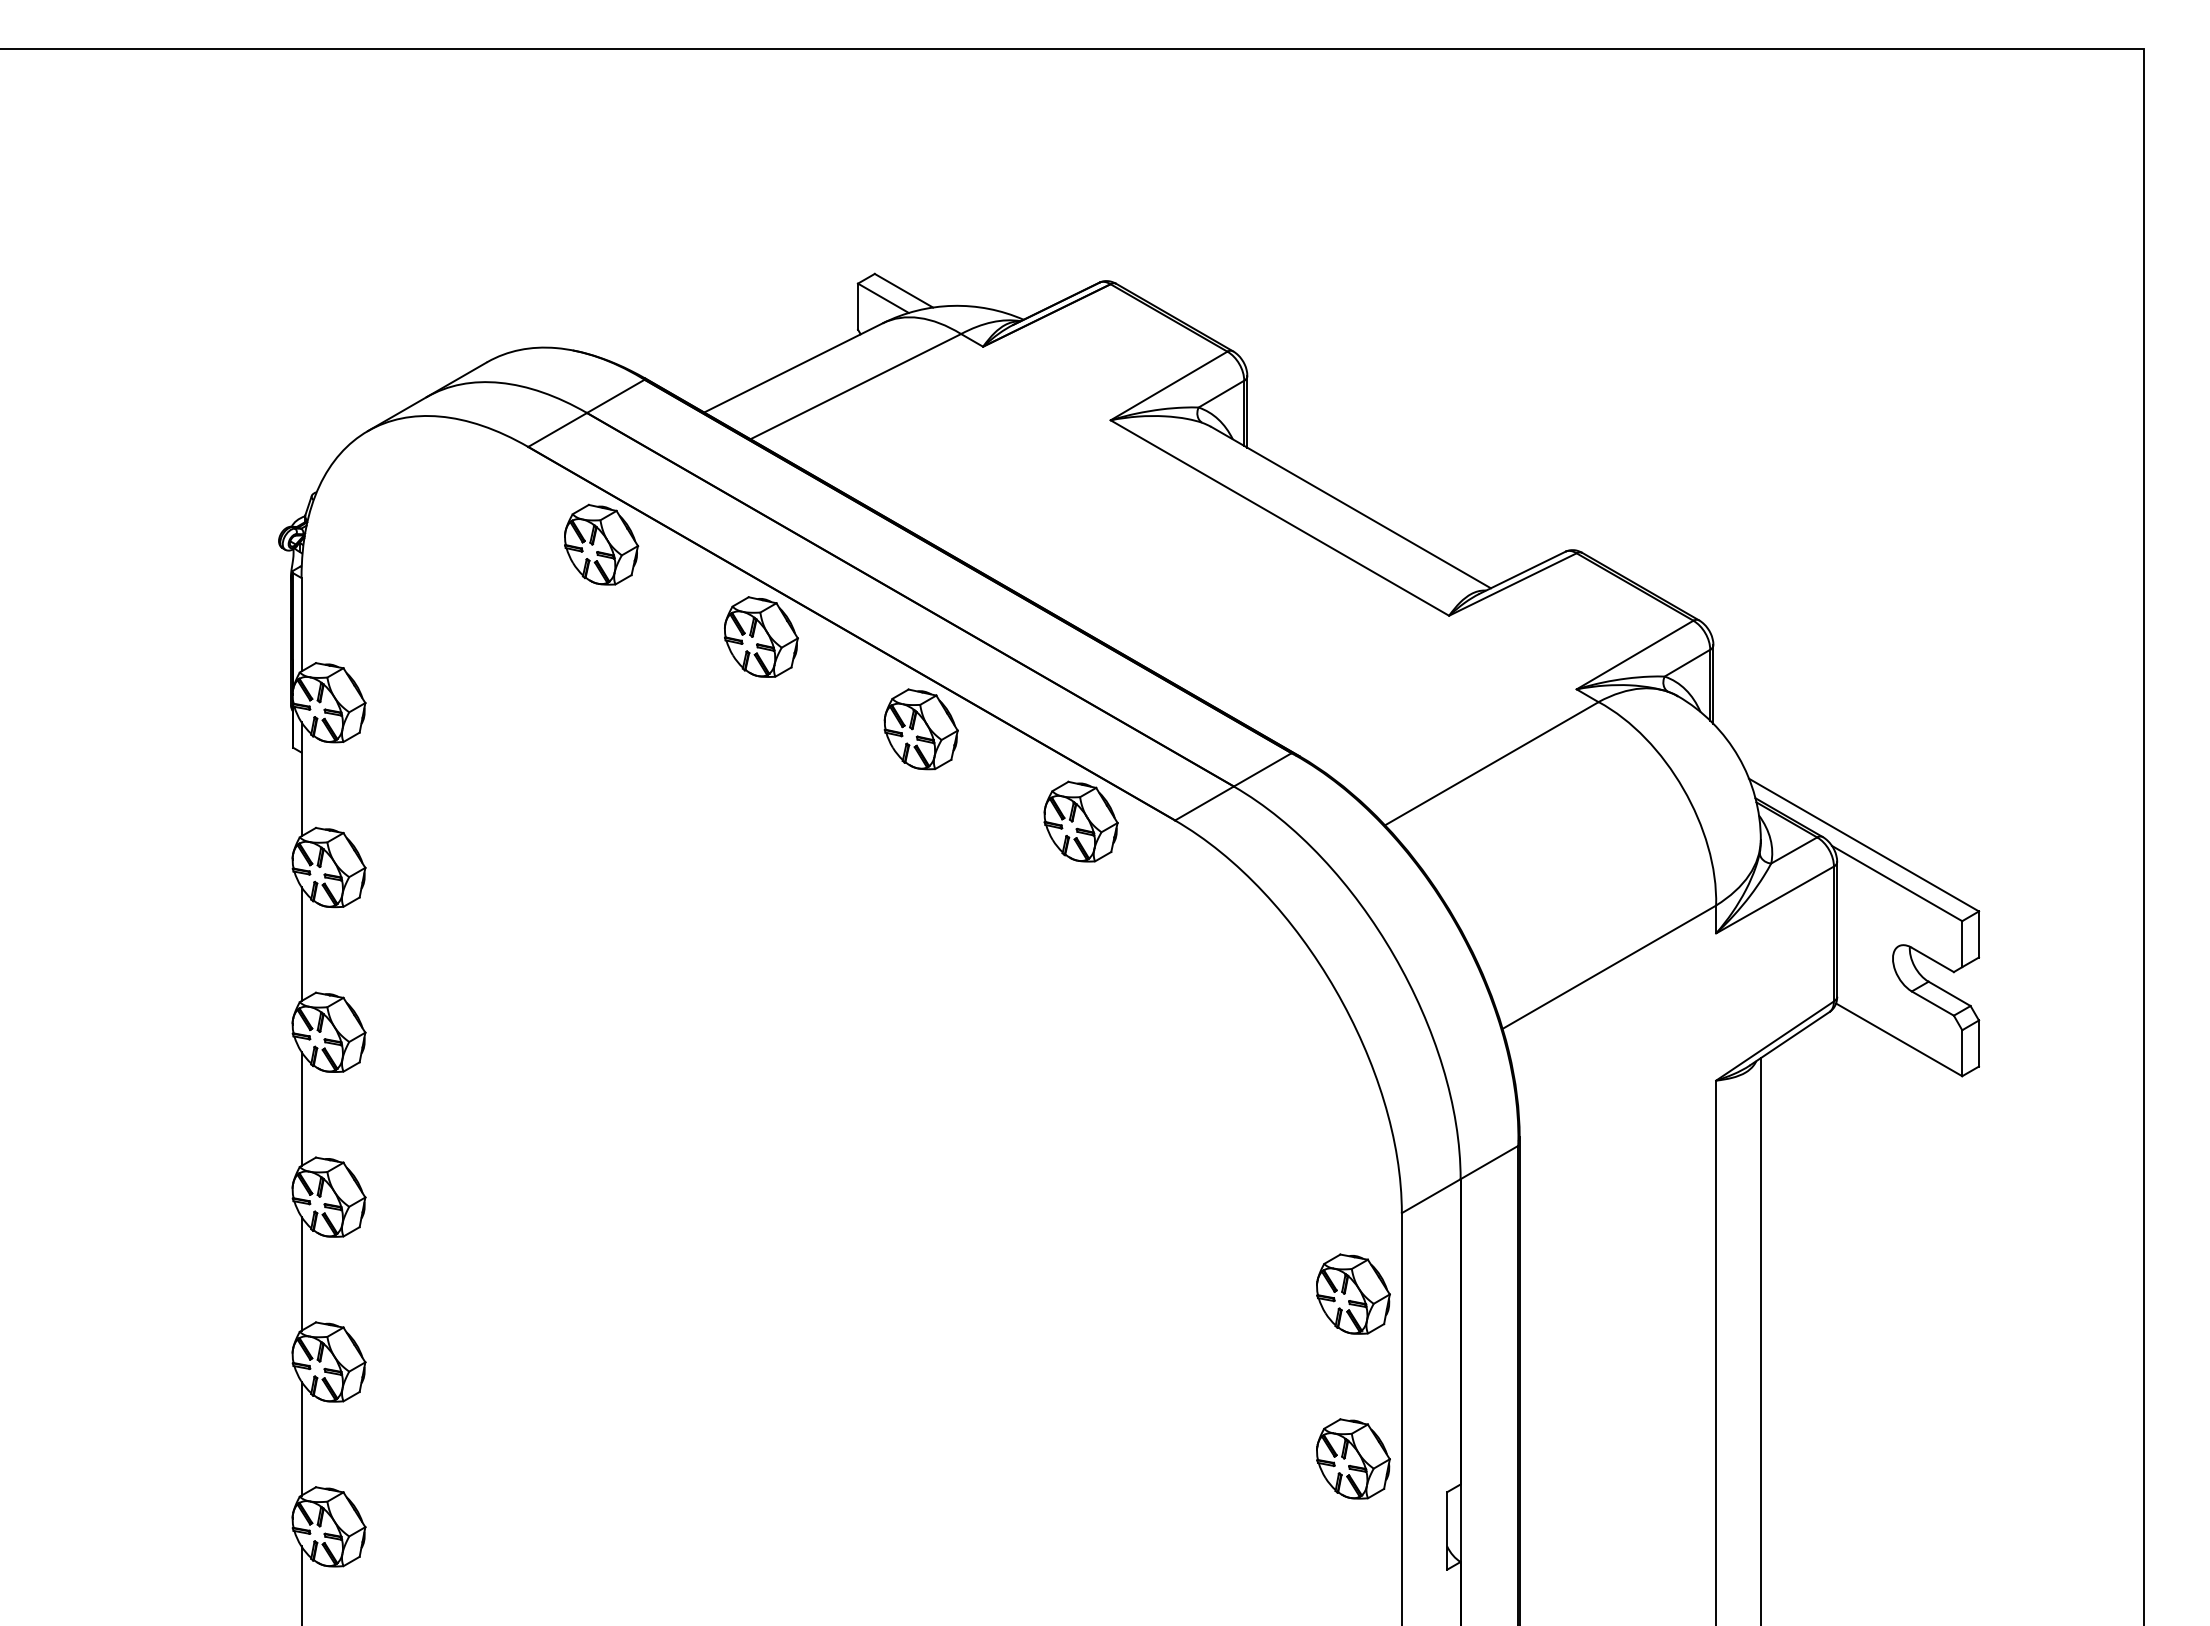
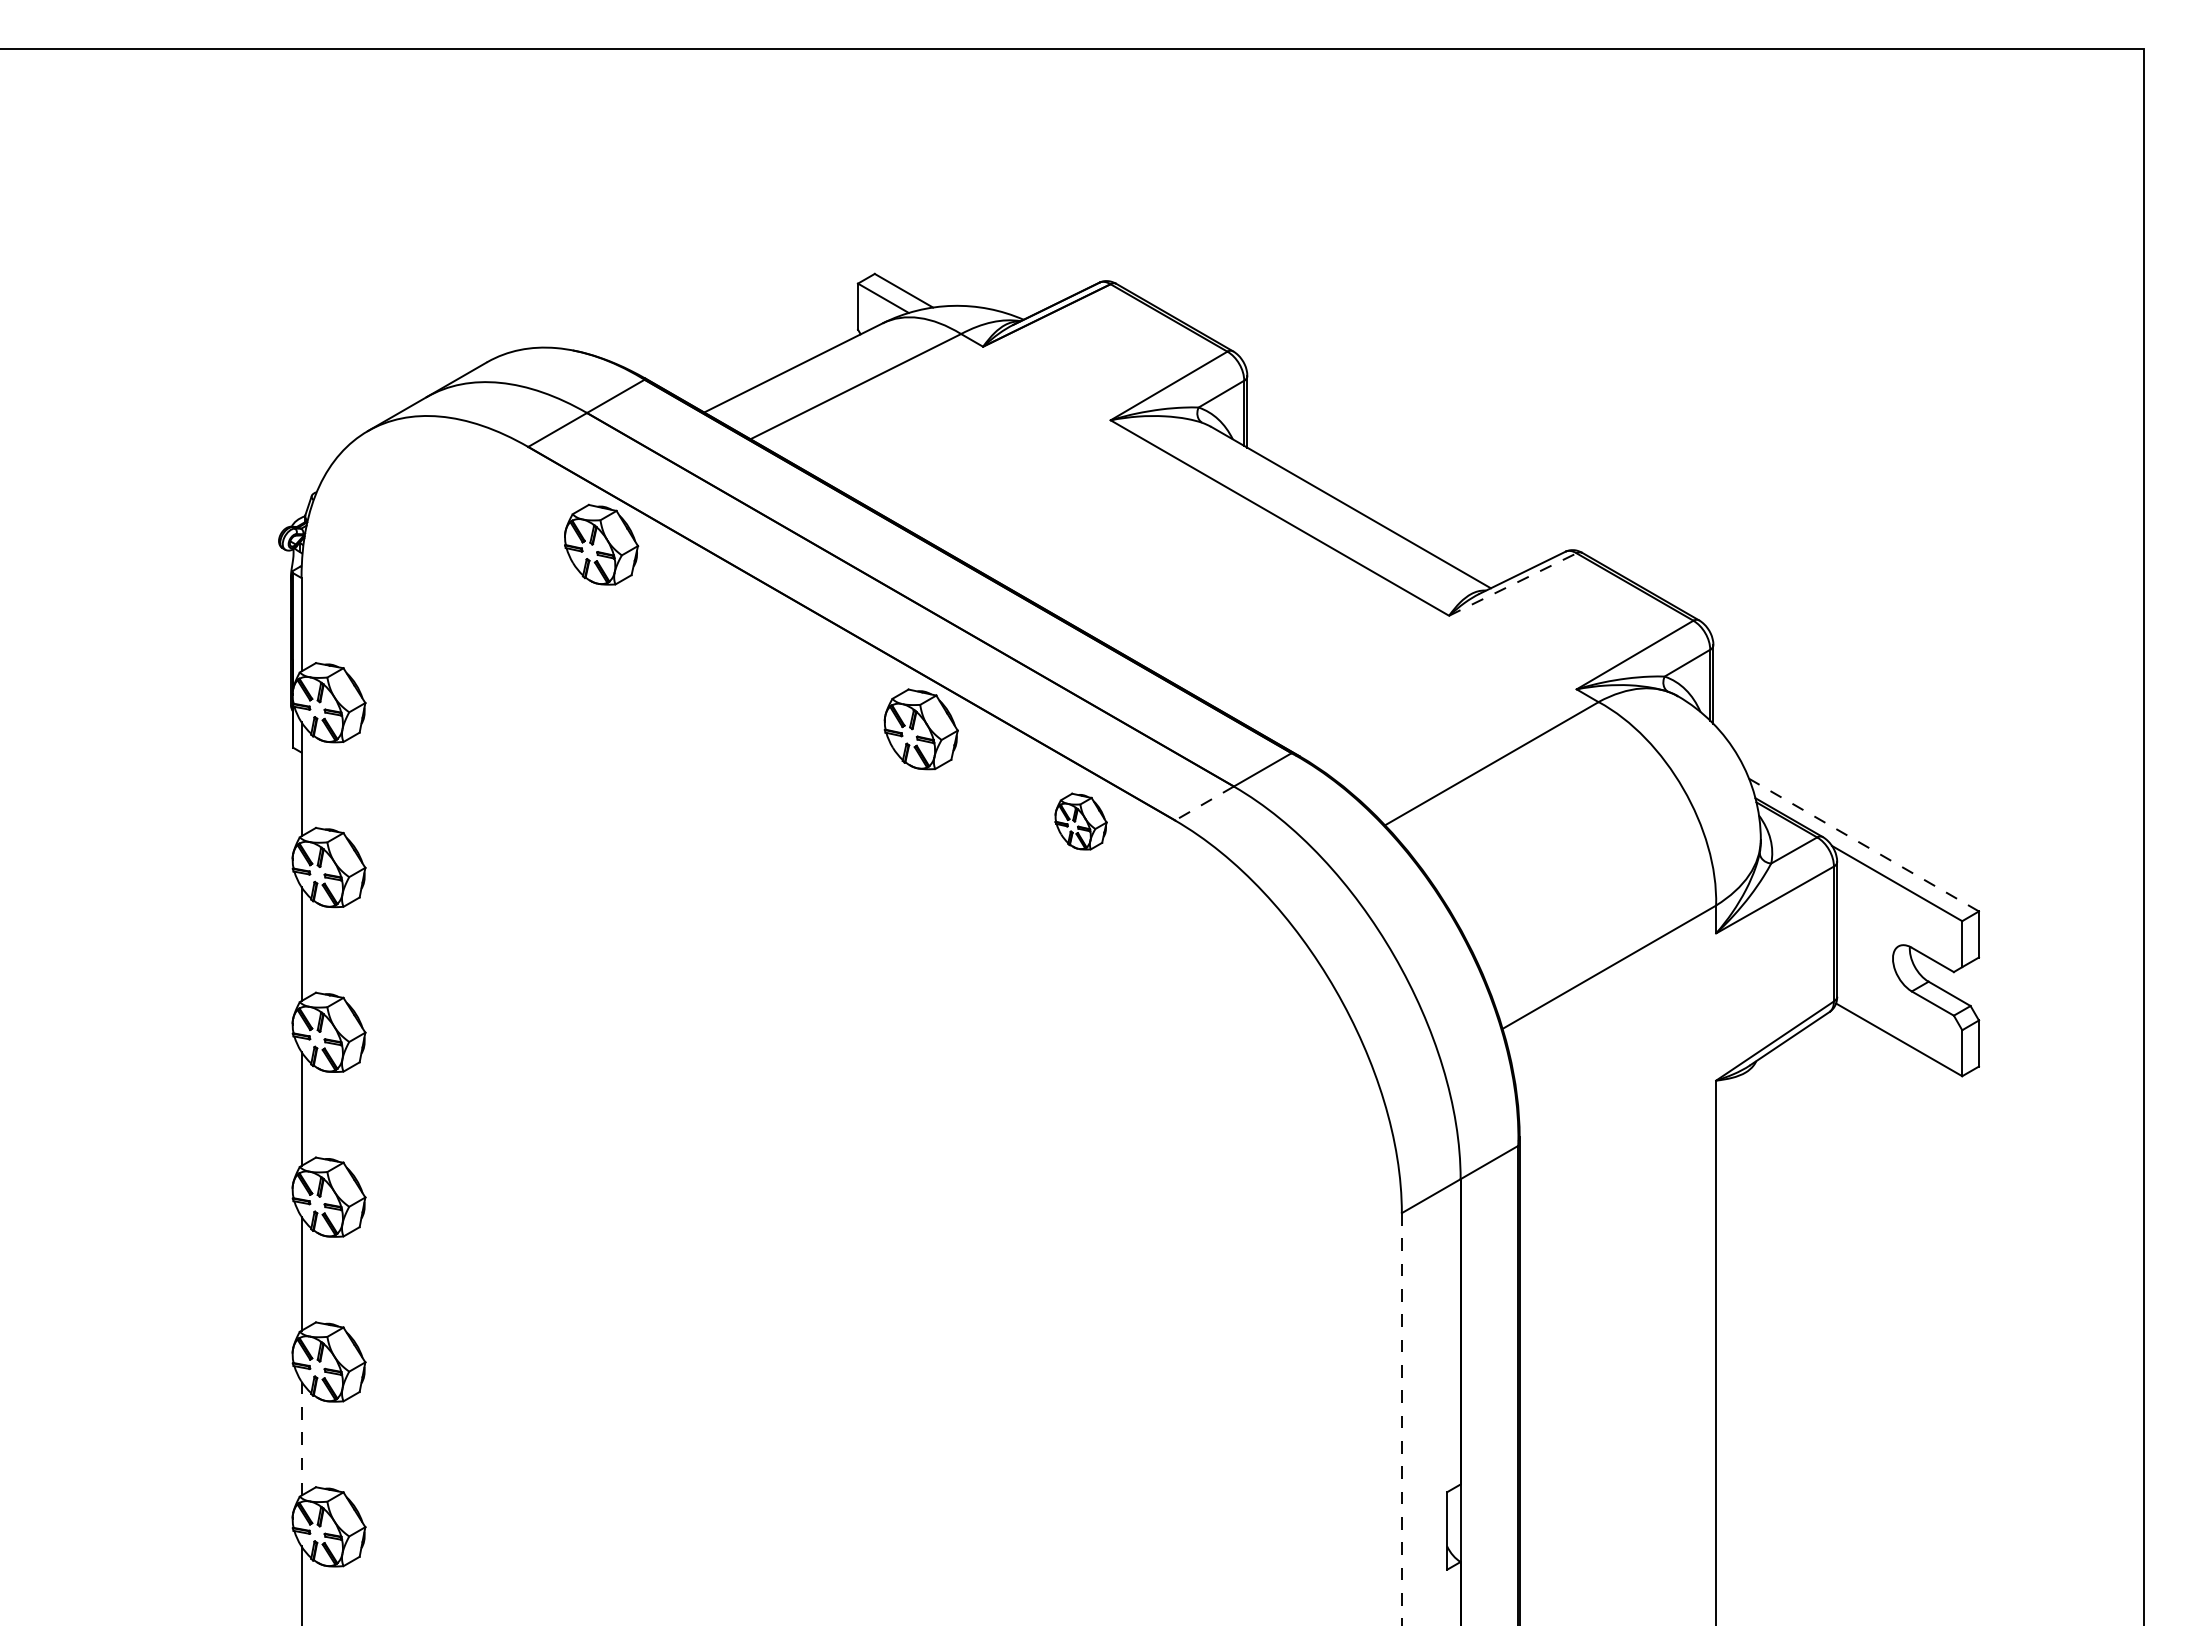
line at (1513, 584): solid -> dashed
part at (761, 636): present -> none
line at (1204, 803): solid -> dashed
part at (1080, 821) size: 76x83 px -> 54x59 px
line at (1863, 845): solid -> dashed
part at (1353, 1293): present -> none
line at (1760, 1340): present -> none
line at (1401, 1419): solid -> dashed
line at (301, 1438): solid -> dashed
part at (1353, 1458): present -> none
